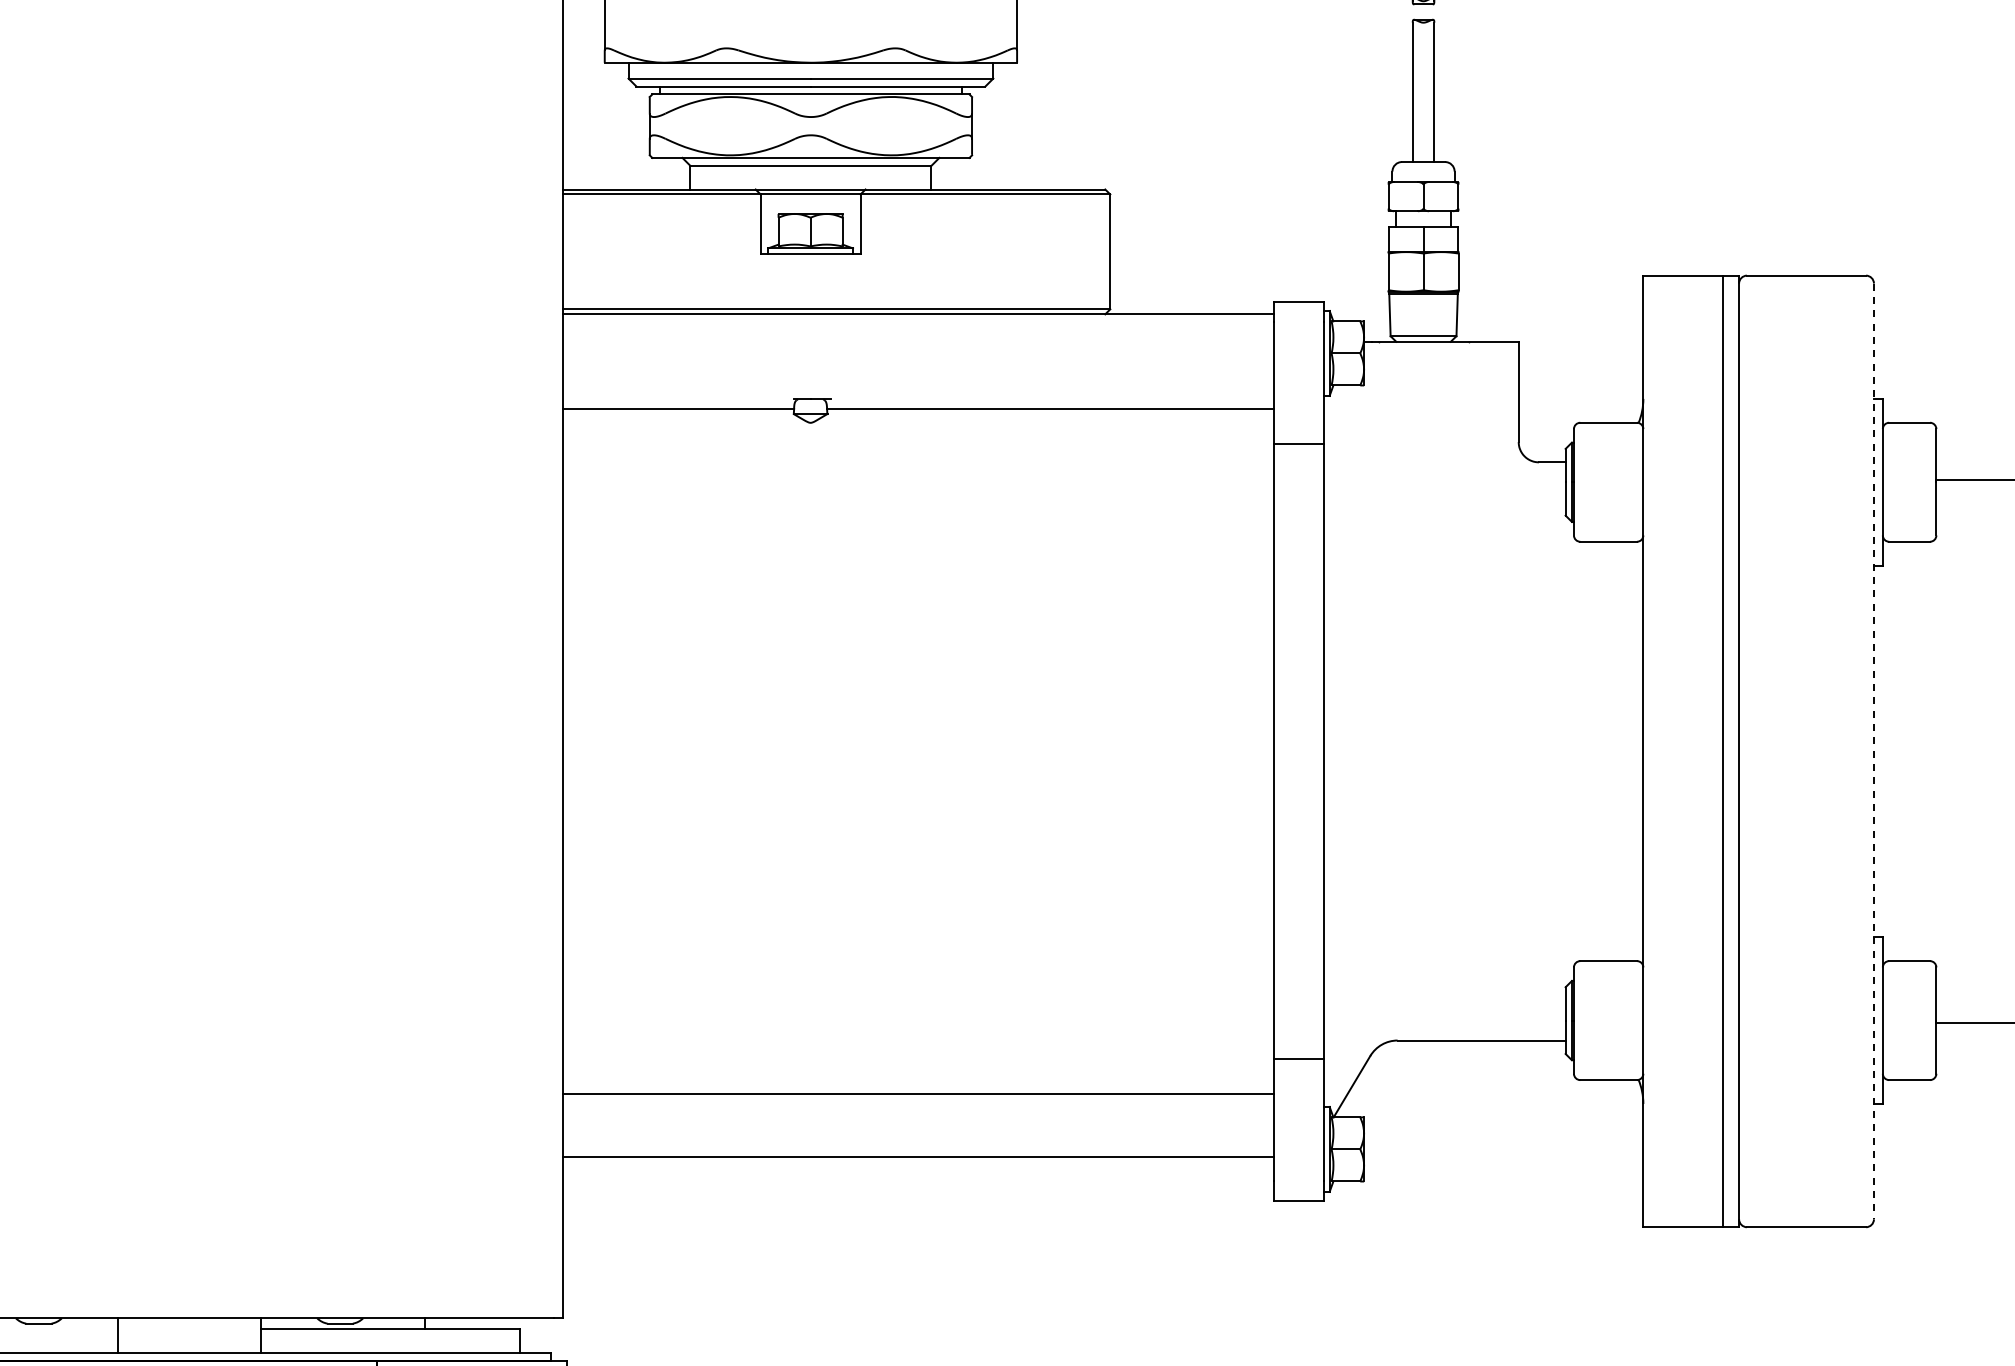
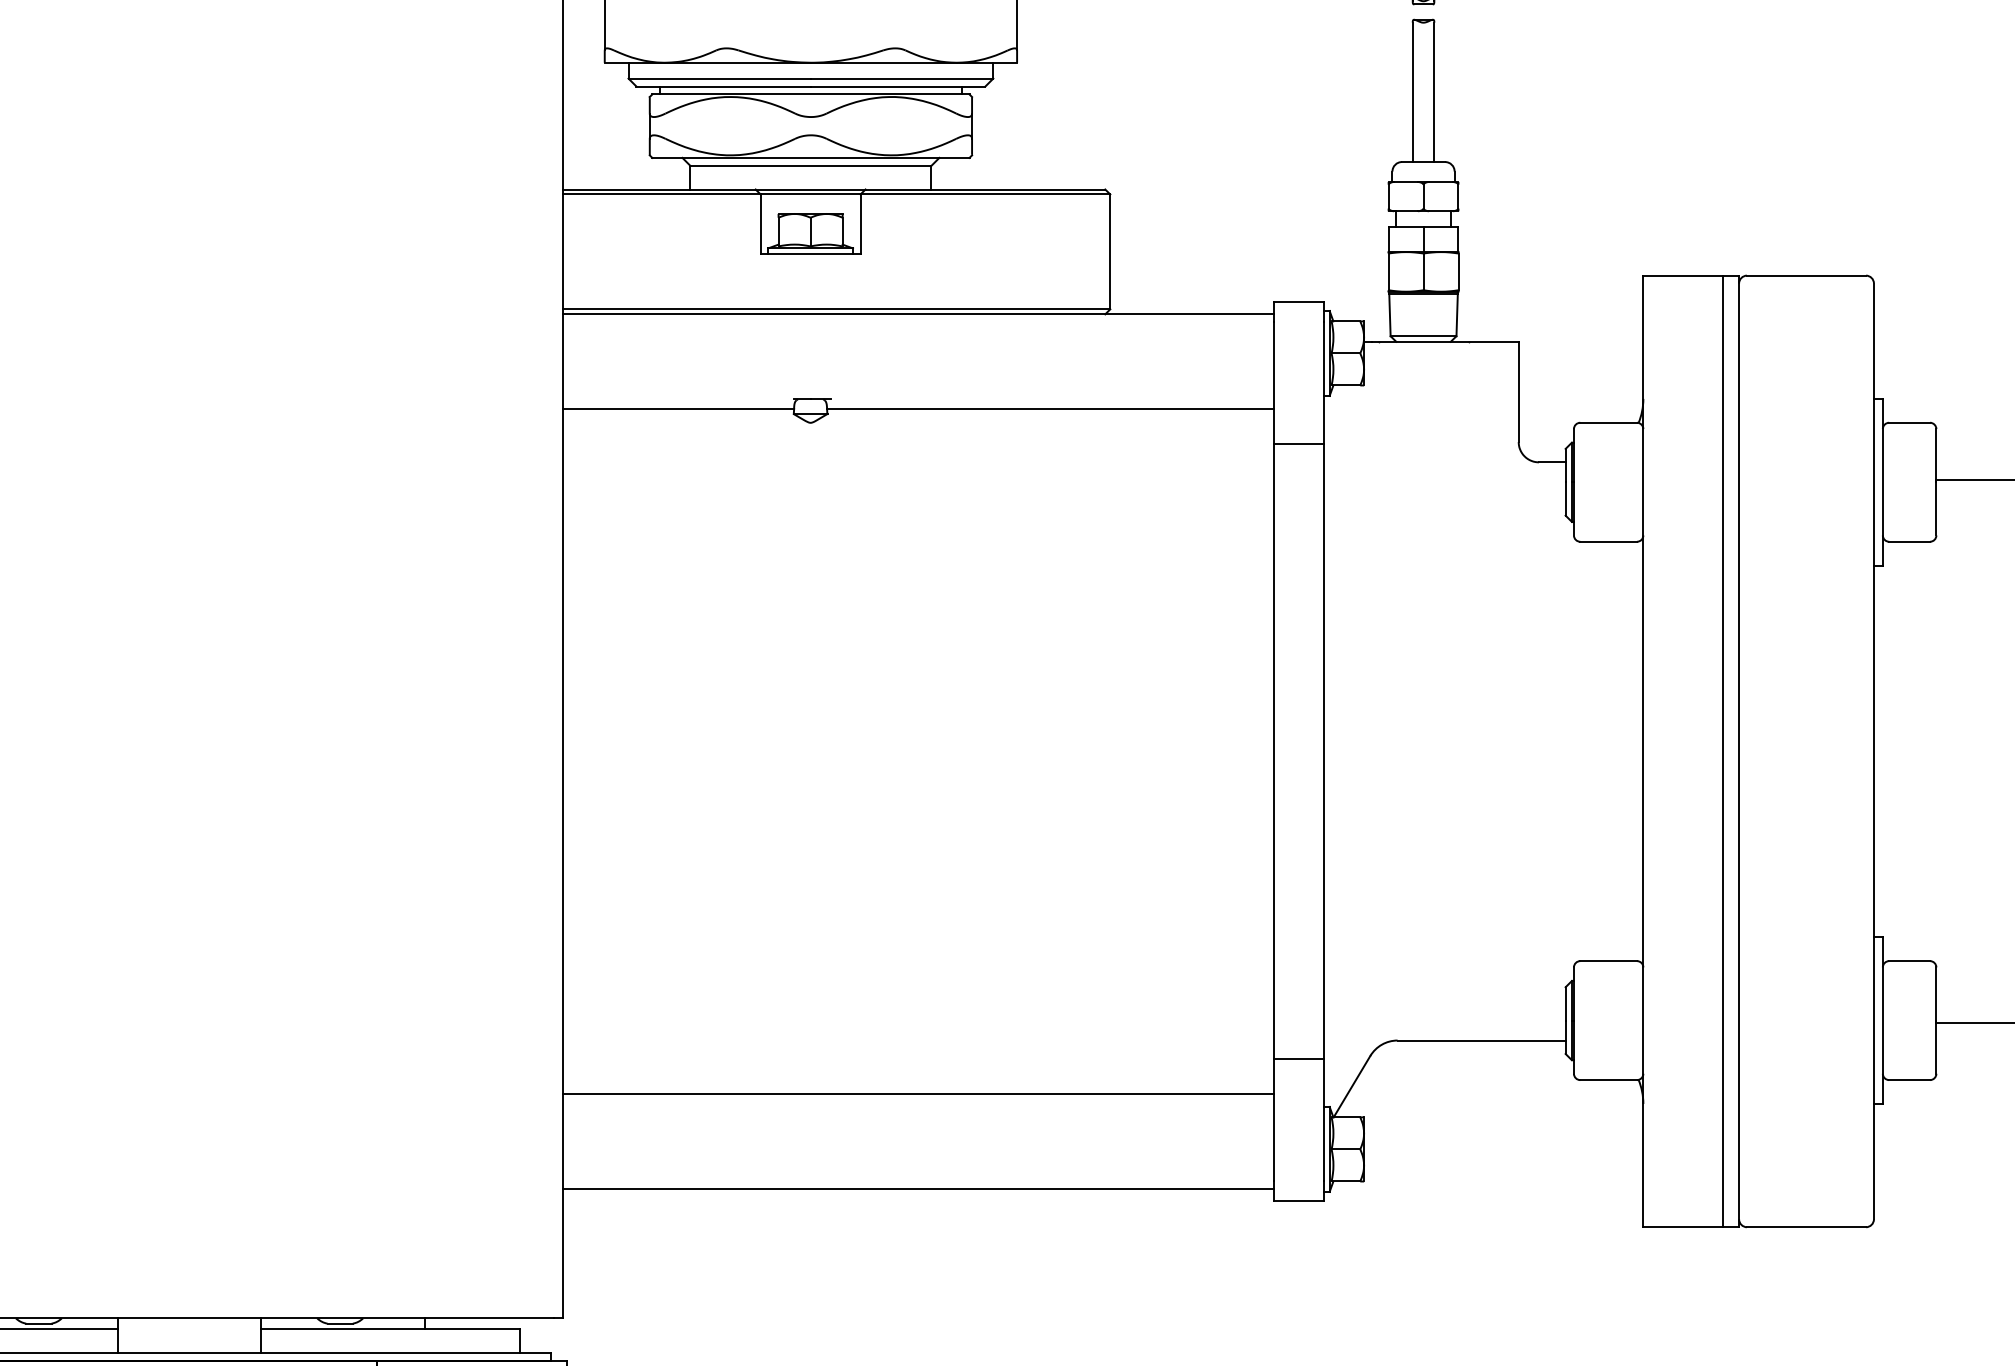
line at (1873, 751): dashed -> solid
line at (917, 1156) position: (917, 1156) -> (917, 1188)
line at (60, 1329): none -> present
